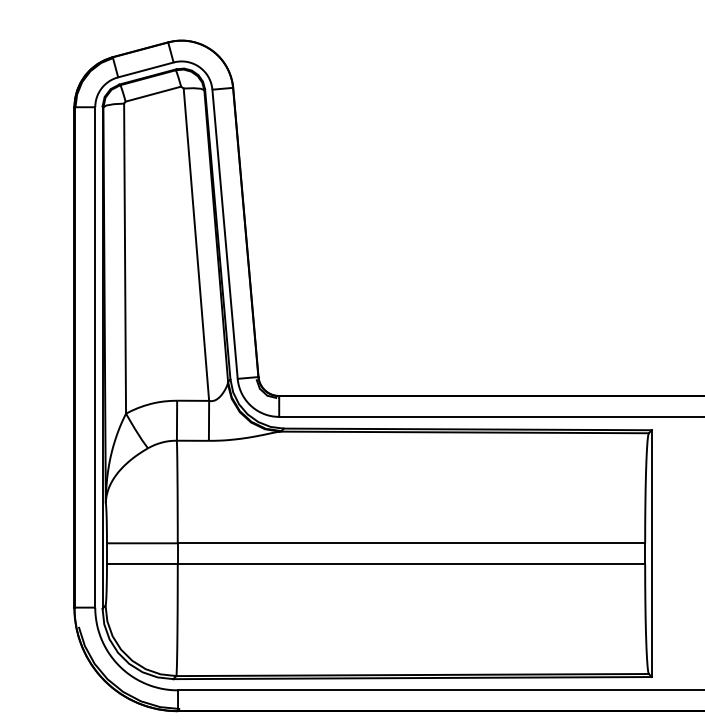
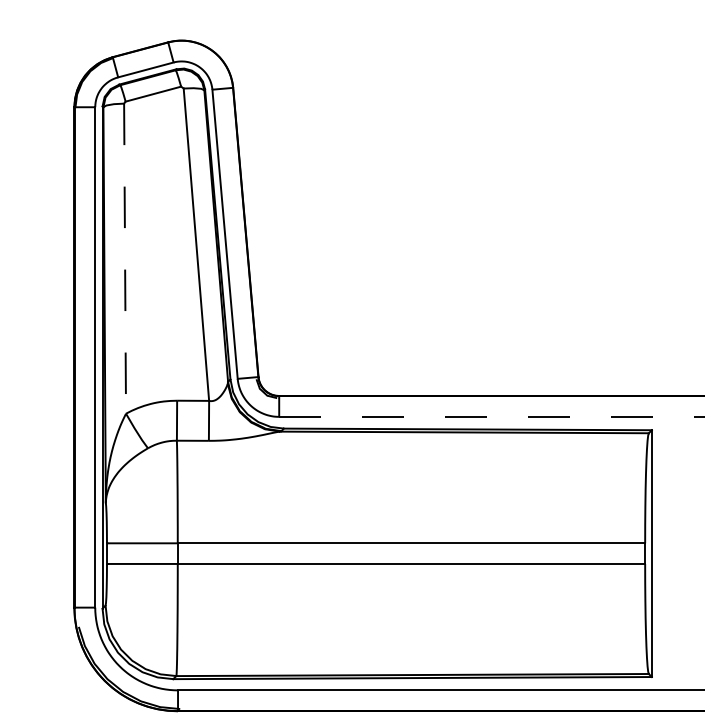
line at (125, 259): solid -> dashed
line at (492, 416): solid -> dashed
